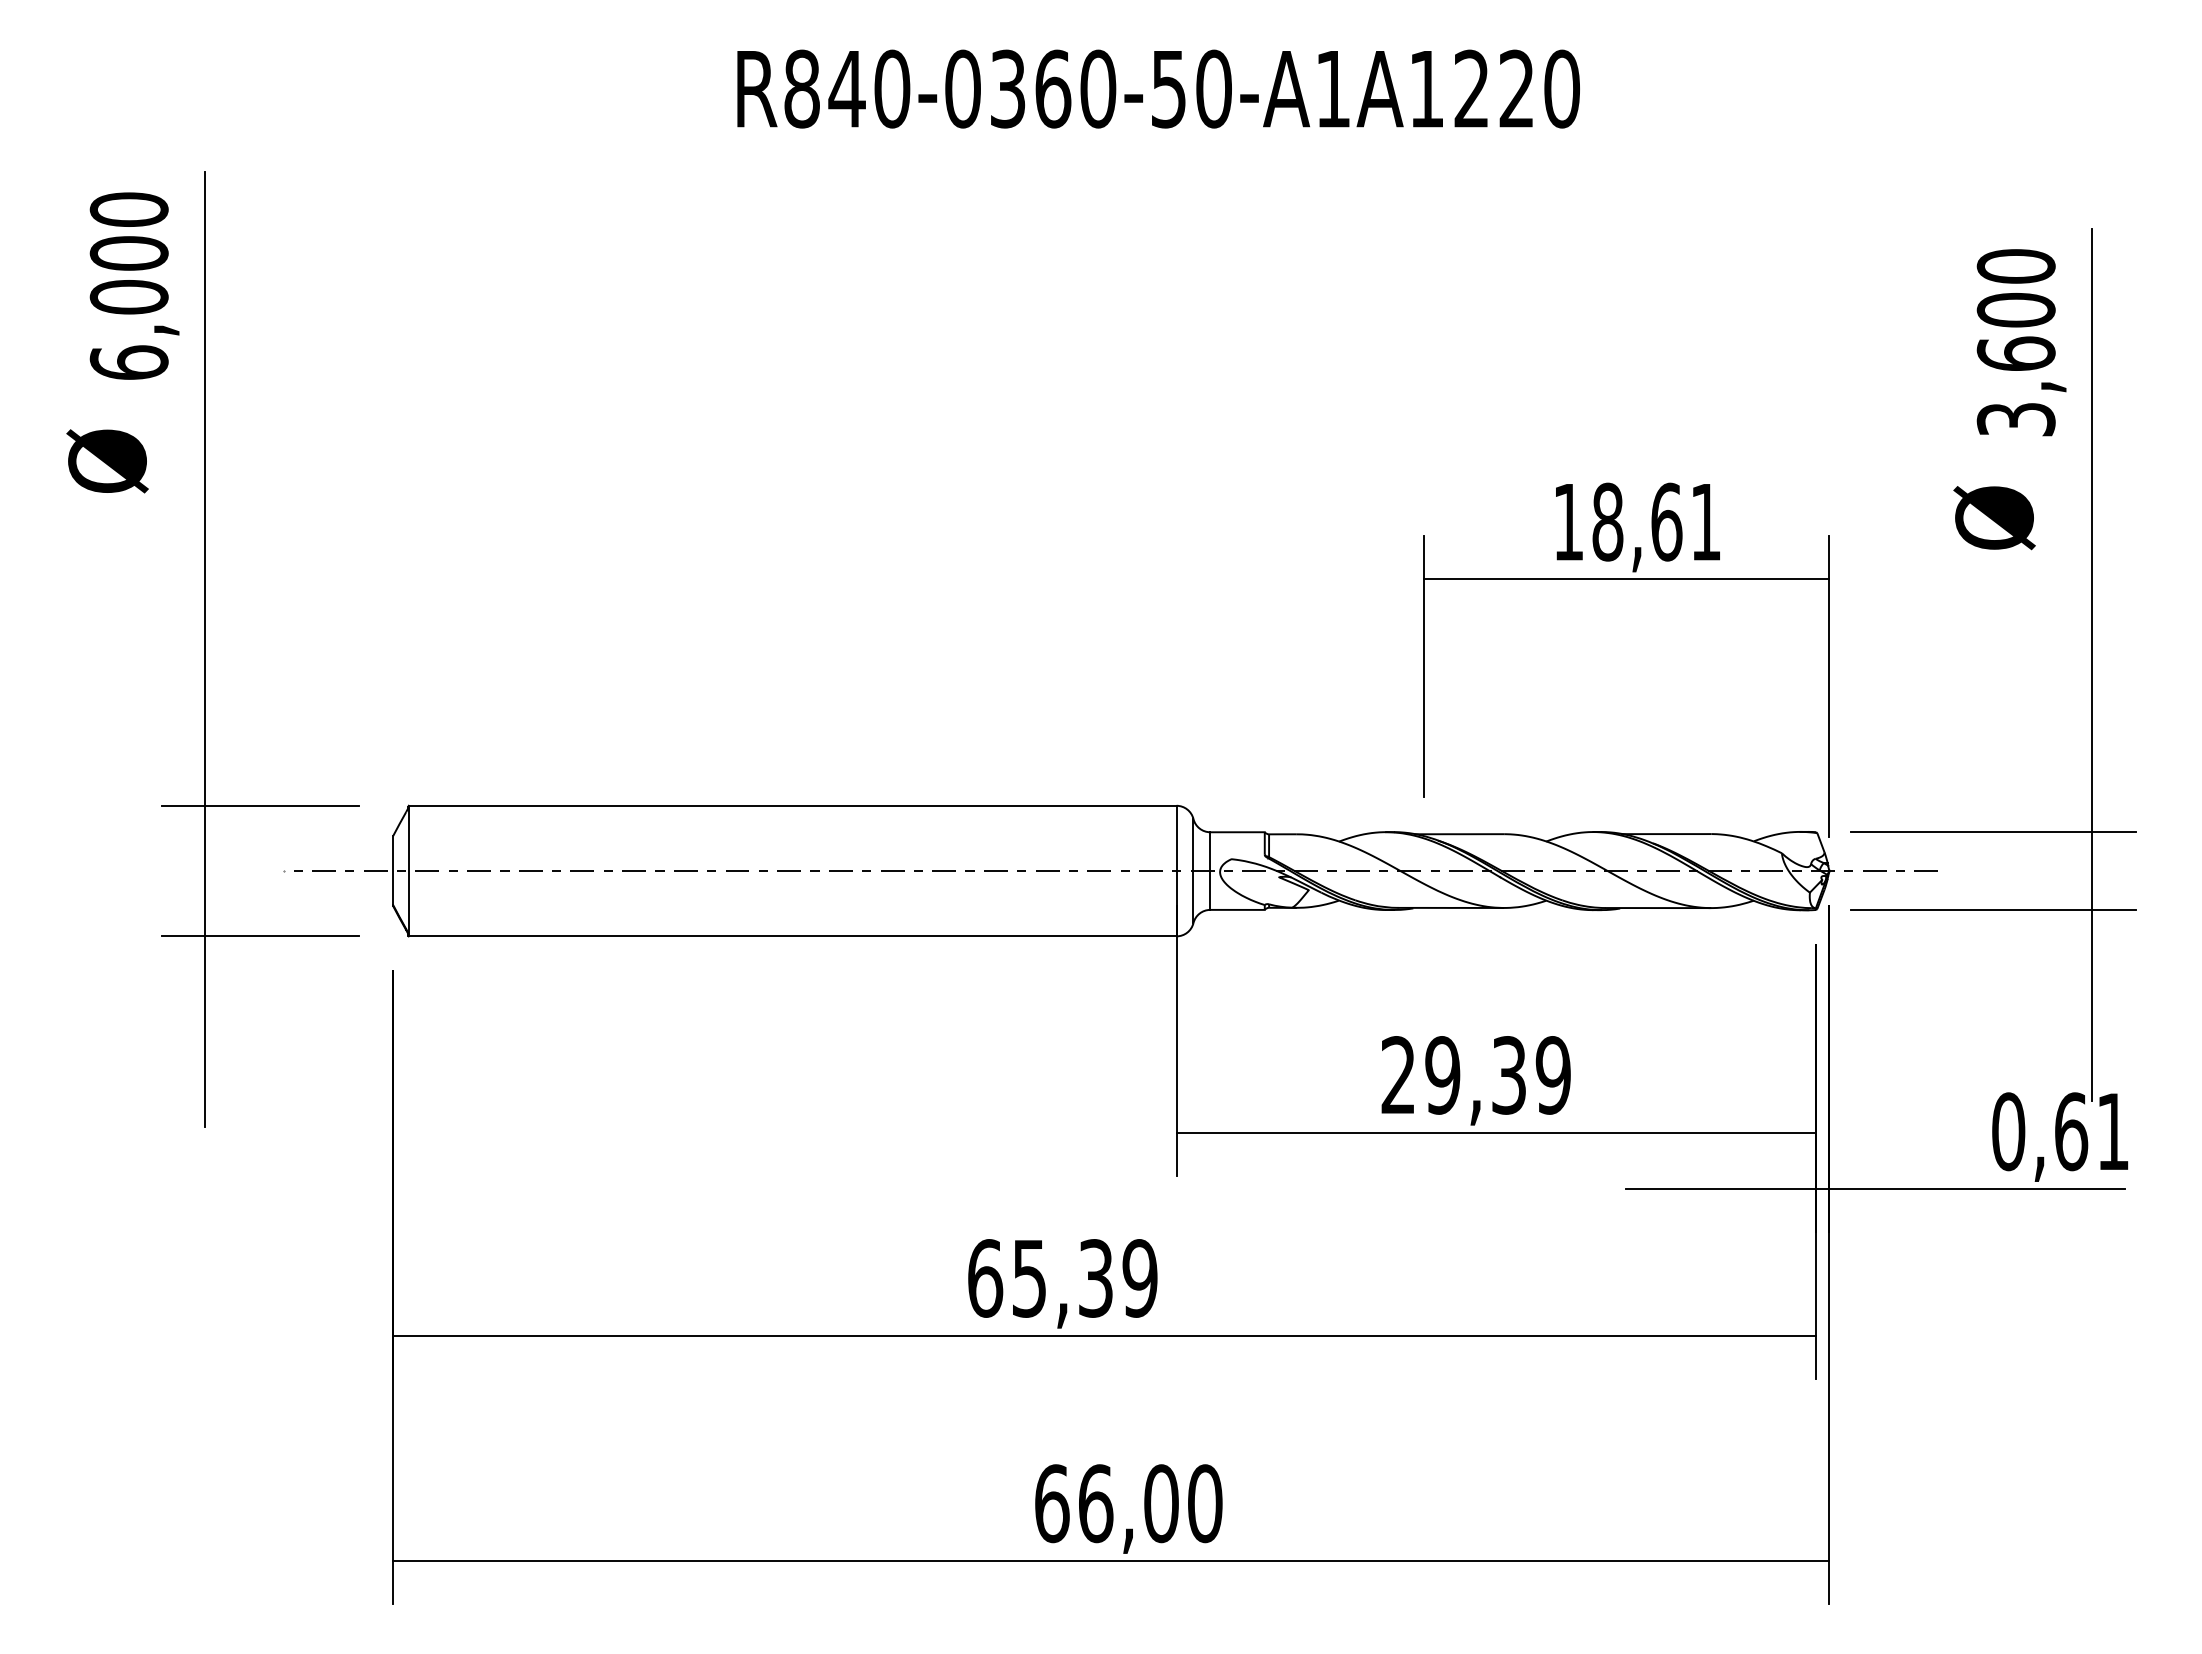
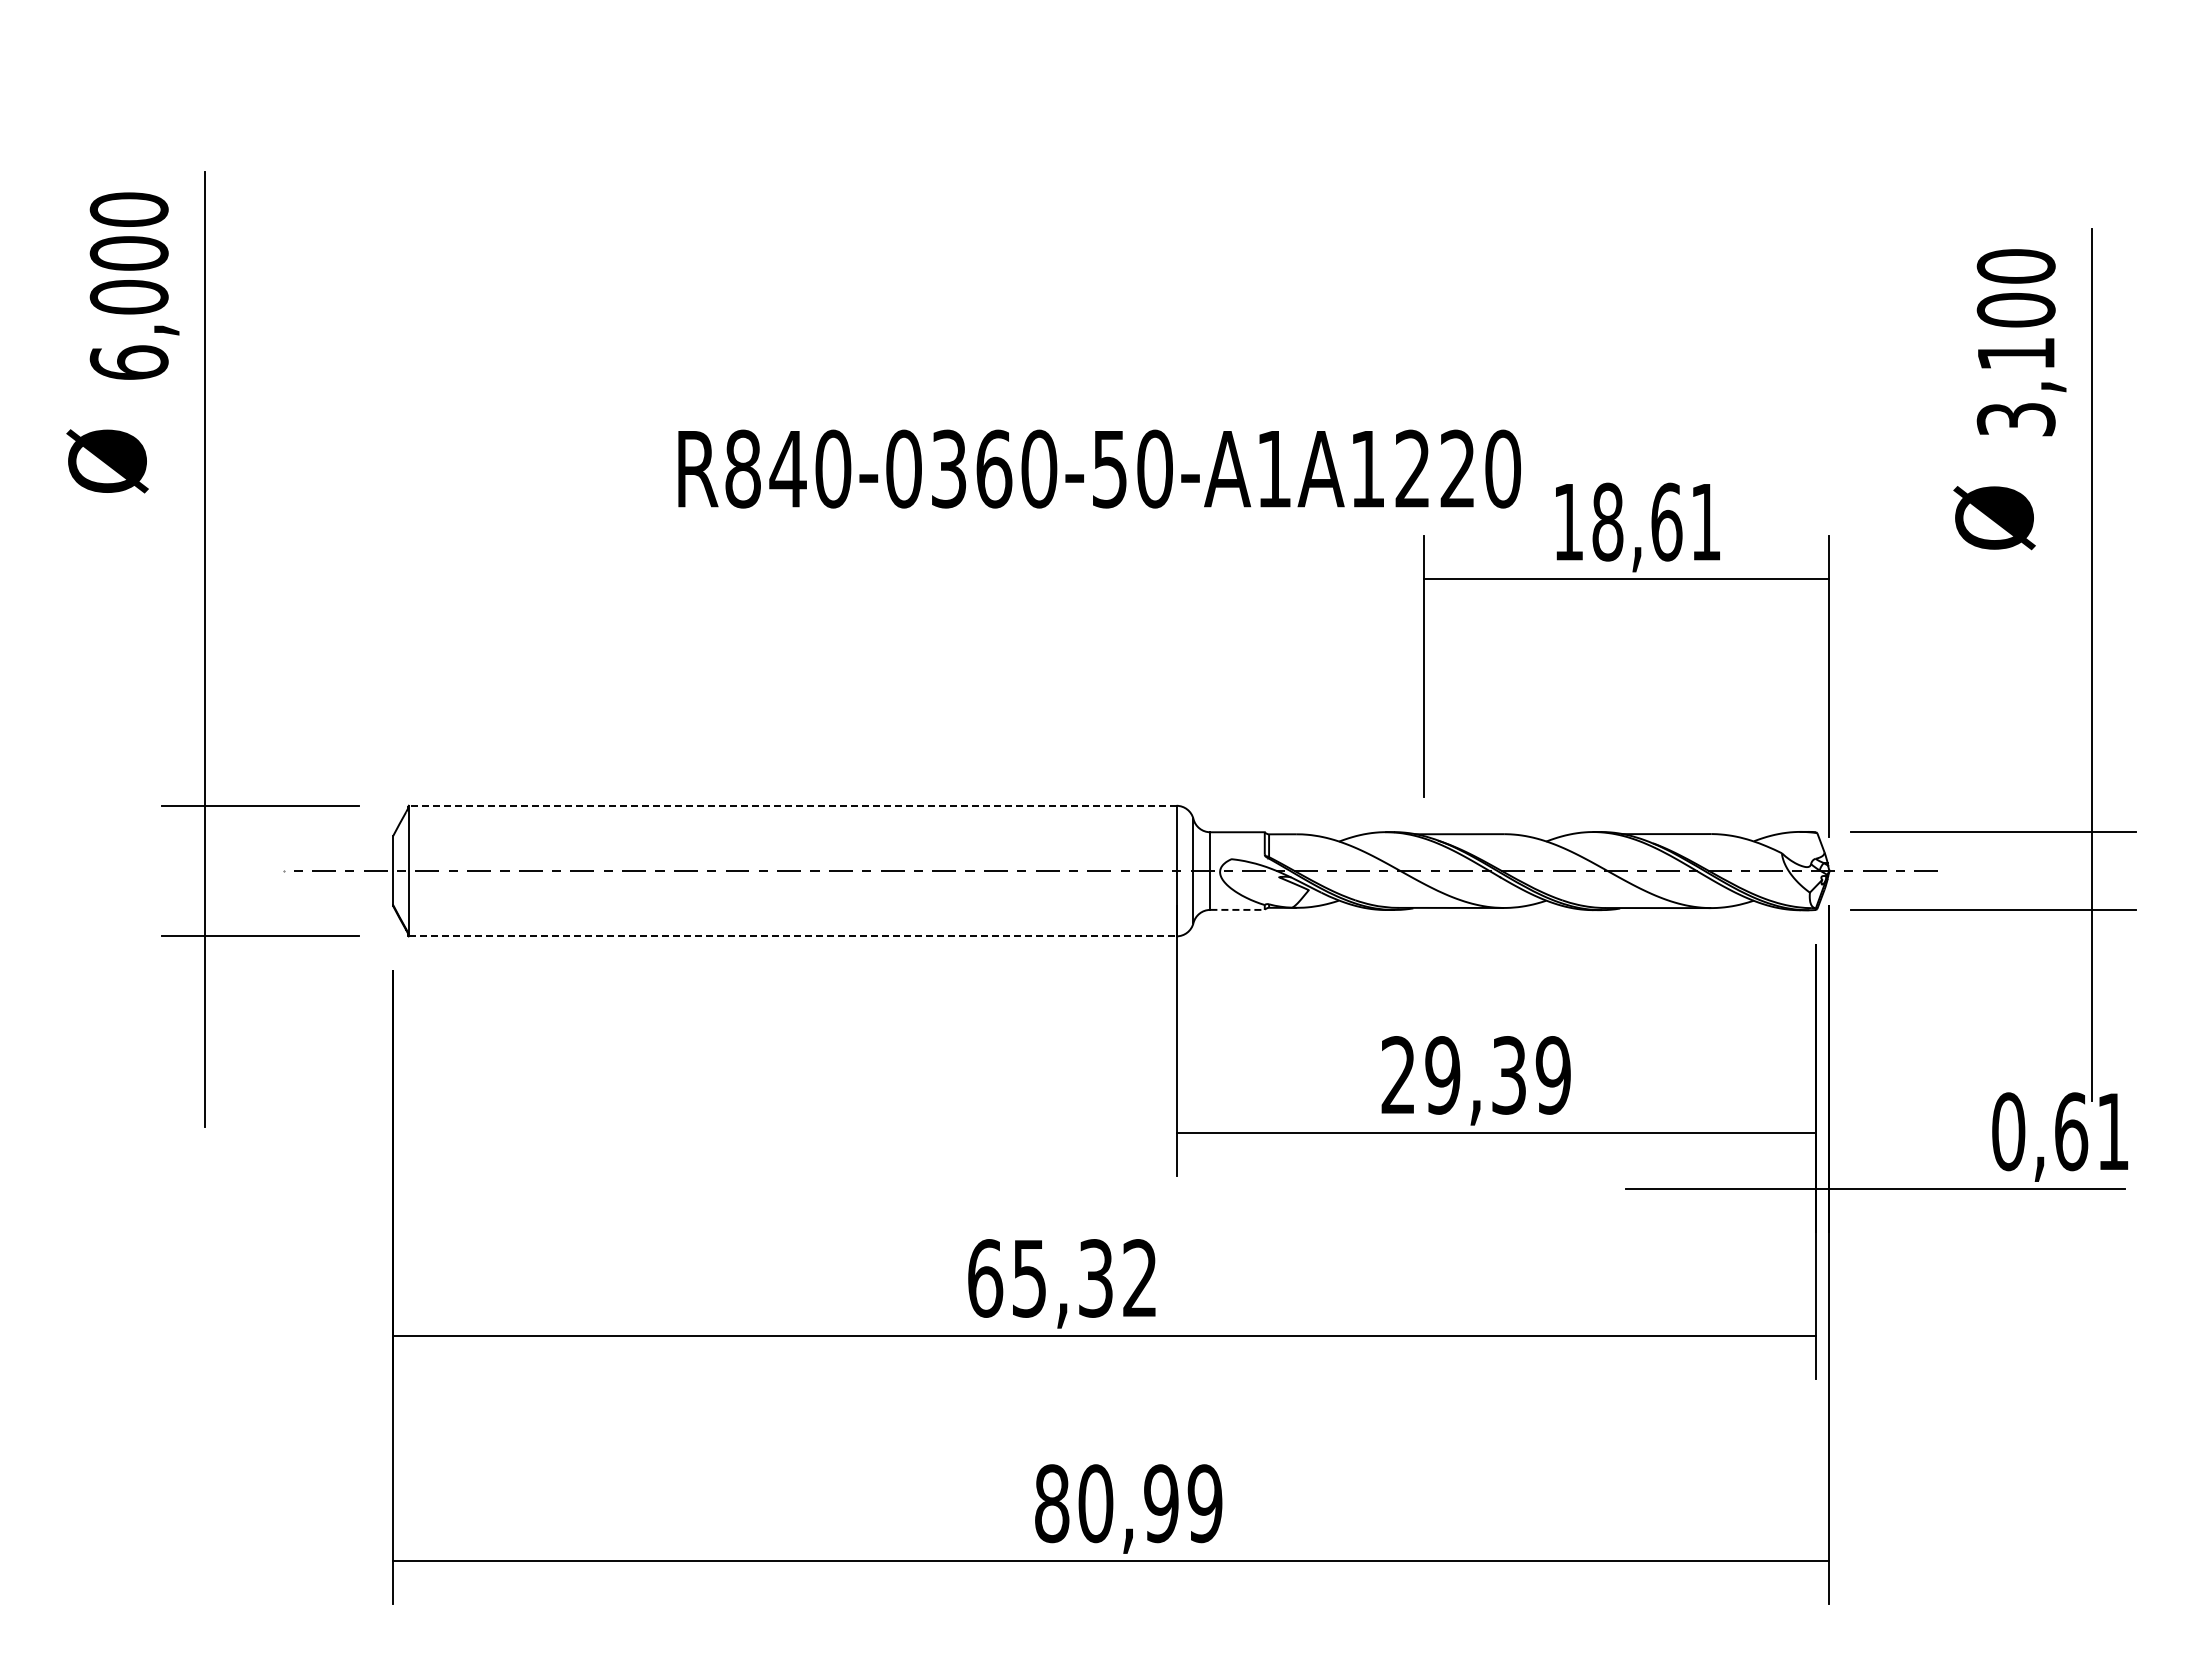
text at (1158, 88) position: (1158, 88) -> (1099, 468)
text at (2015, 353): 3,600 -> 3,100
line at (792, 805): solid -> dashed
line at (1238, 909): solid -> dashed
line at (792, 936): solid -> dashed
text at (1139, 1278): 65,39 -> 65,32
text at (1128, 1503): 66,00 -> 80,99
